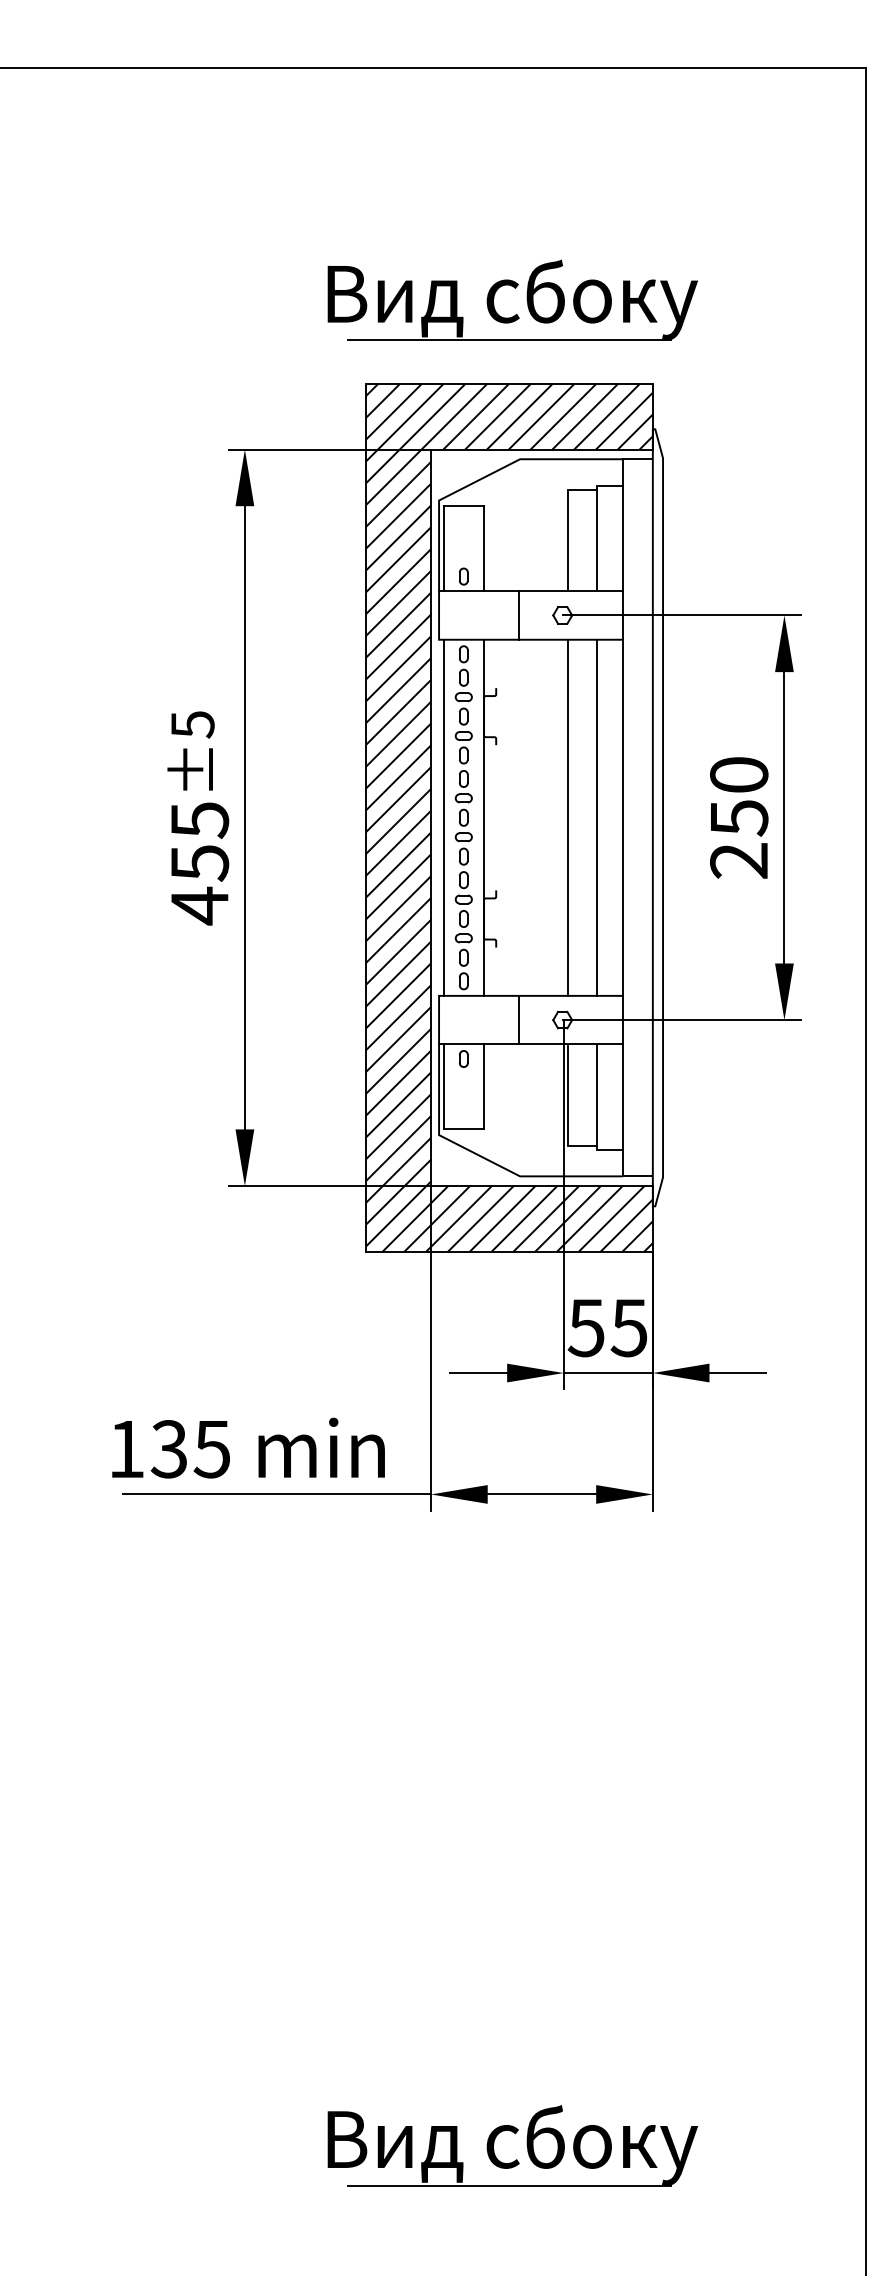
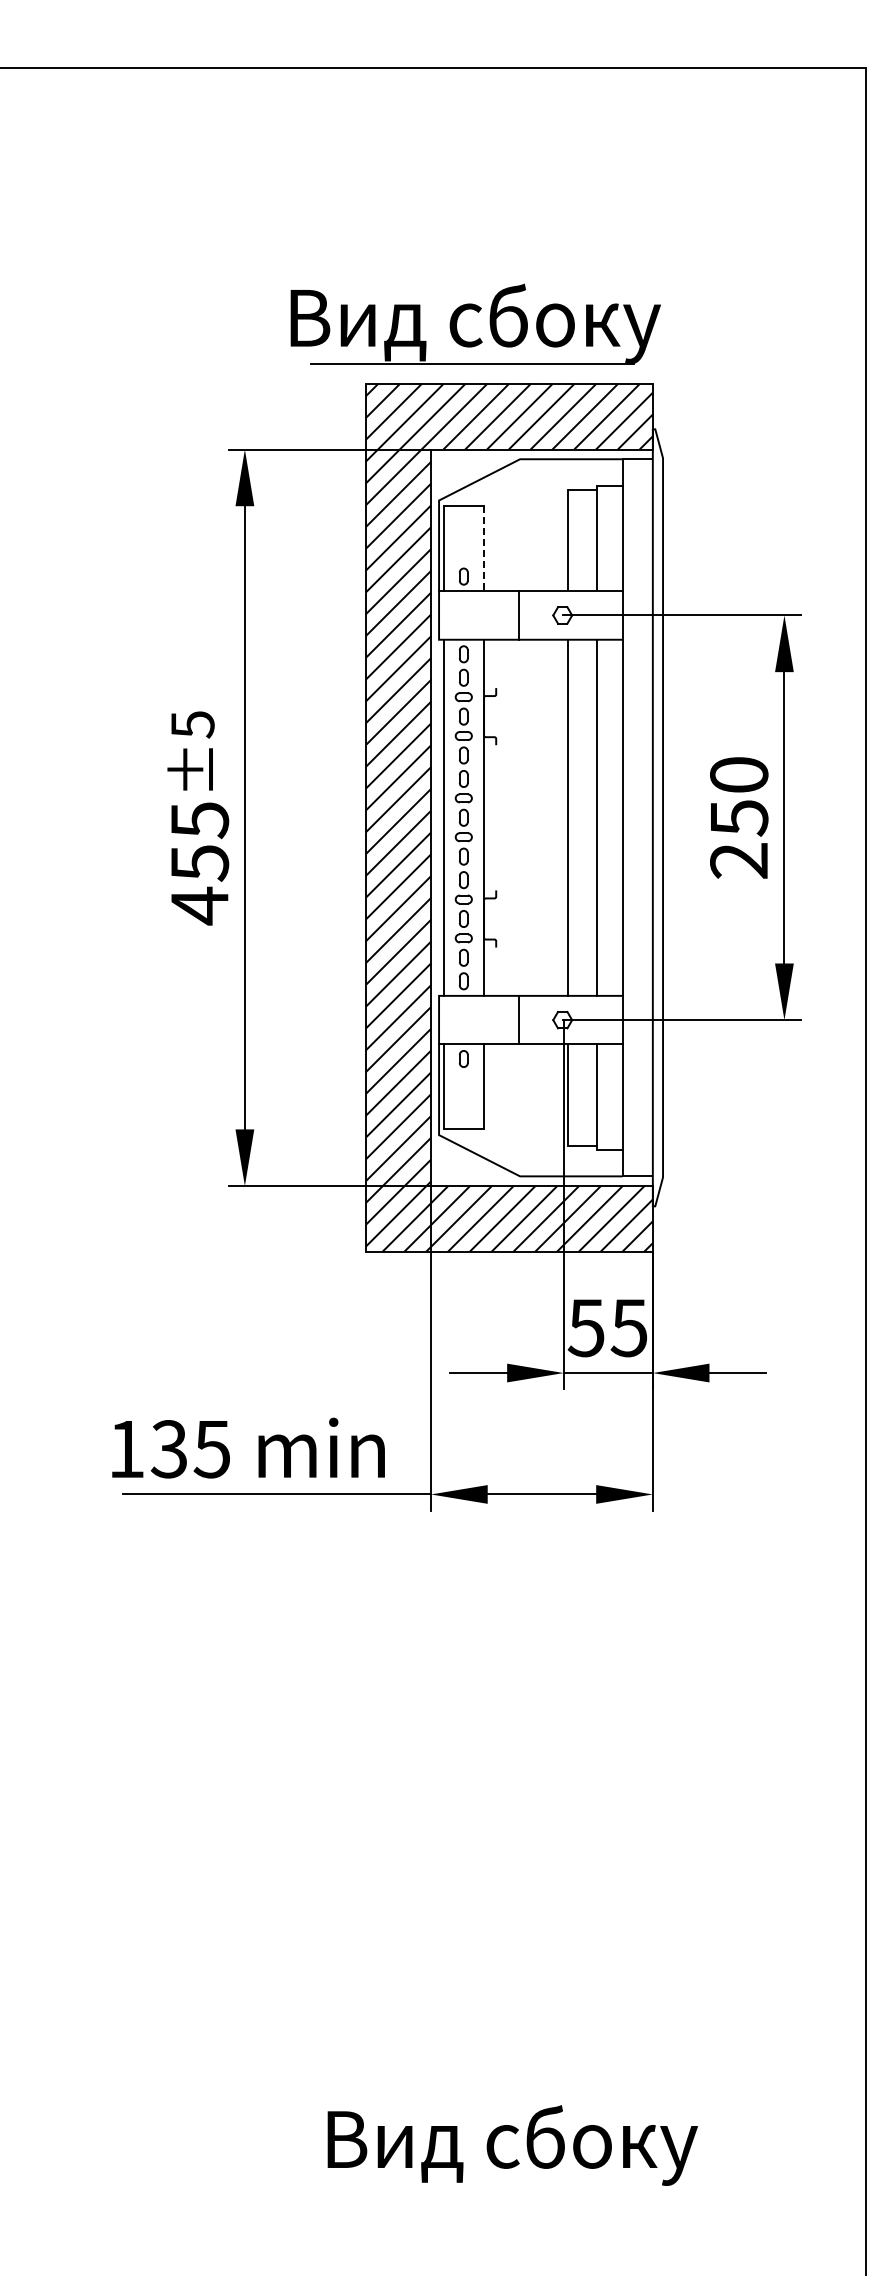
part at (514, 288) position: (514, 288) -> (477, 312)
line at (484, 549): solid -> dashed
line at (509, 2185): present -> none
